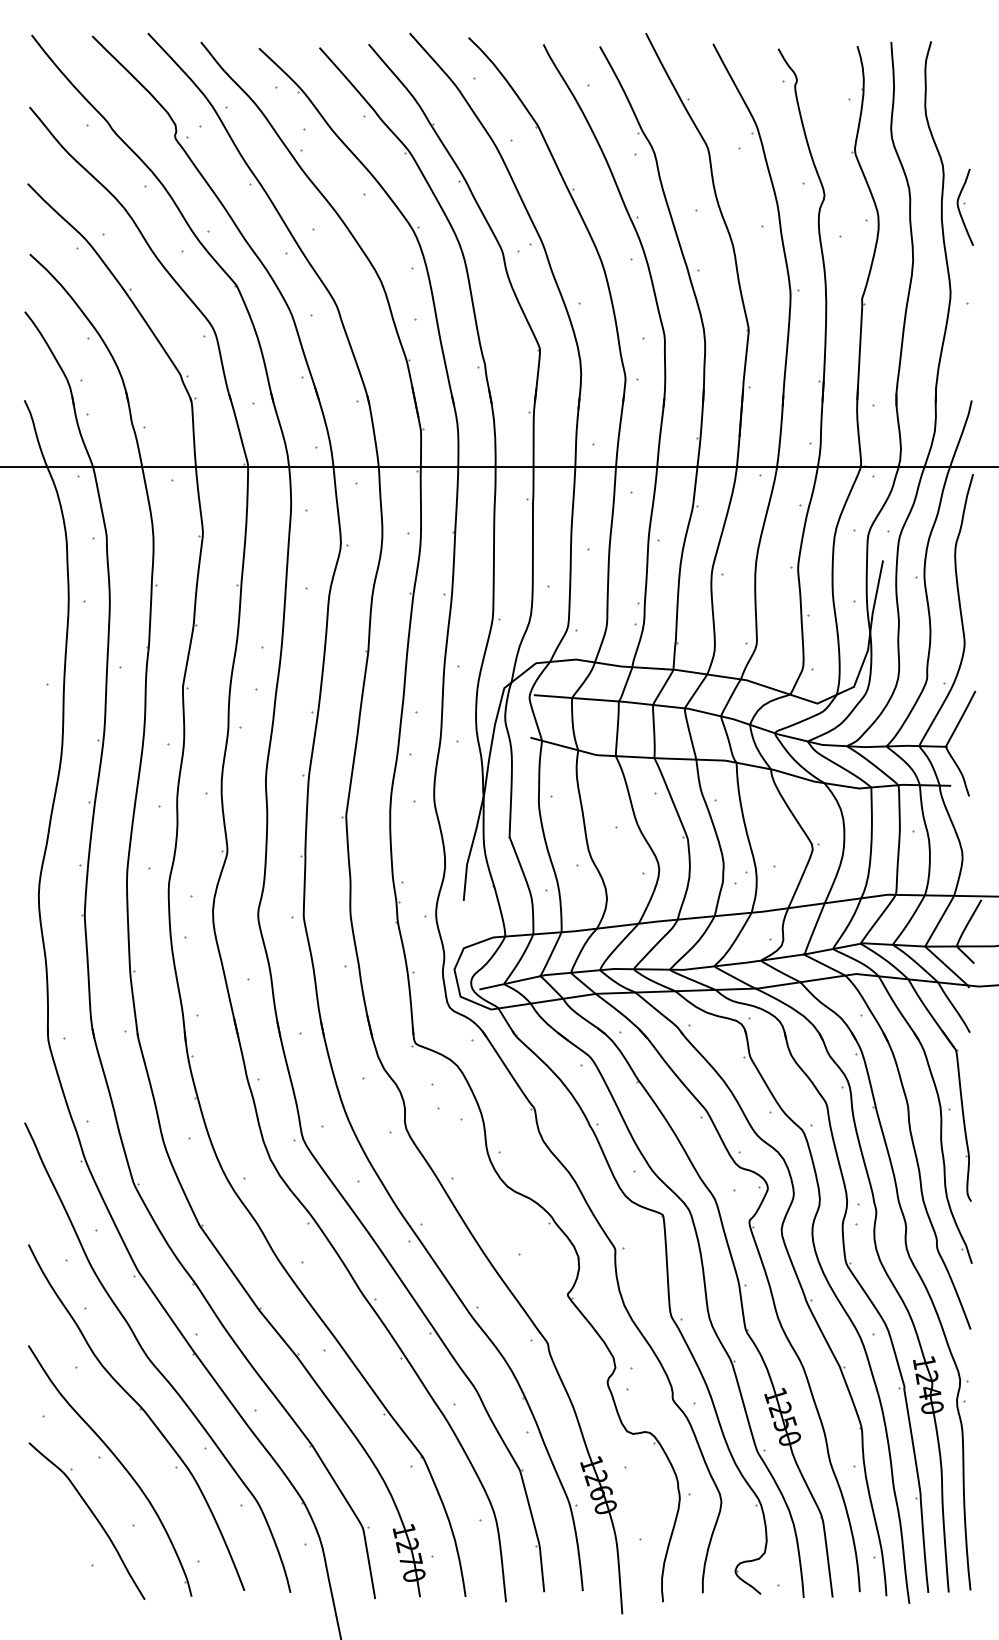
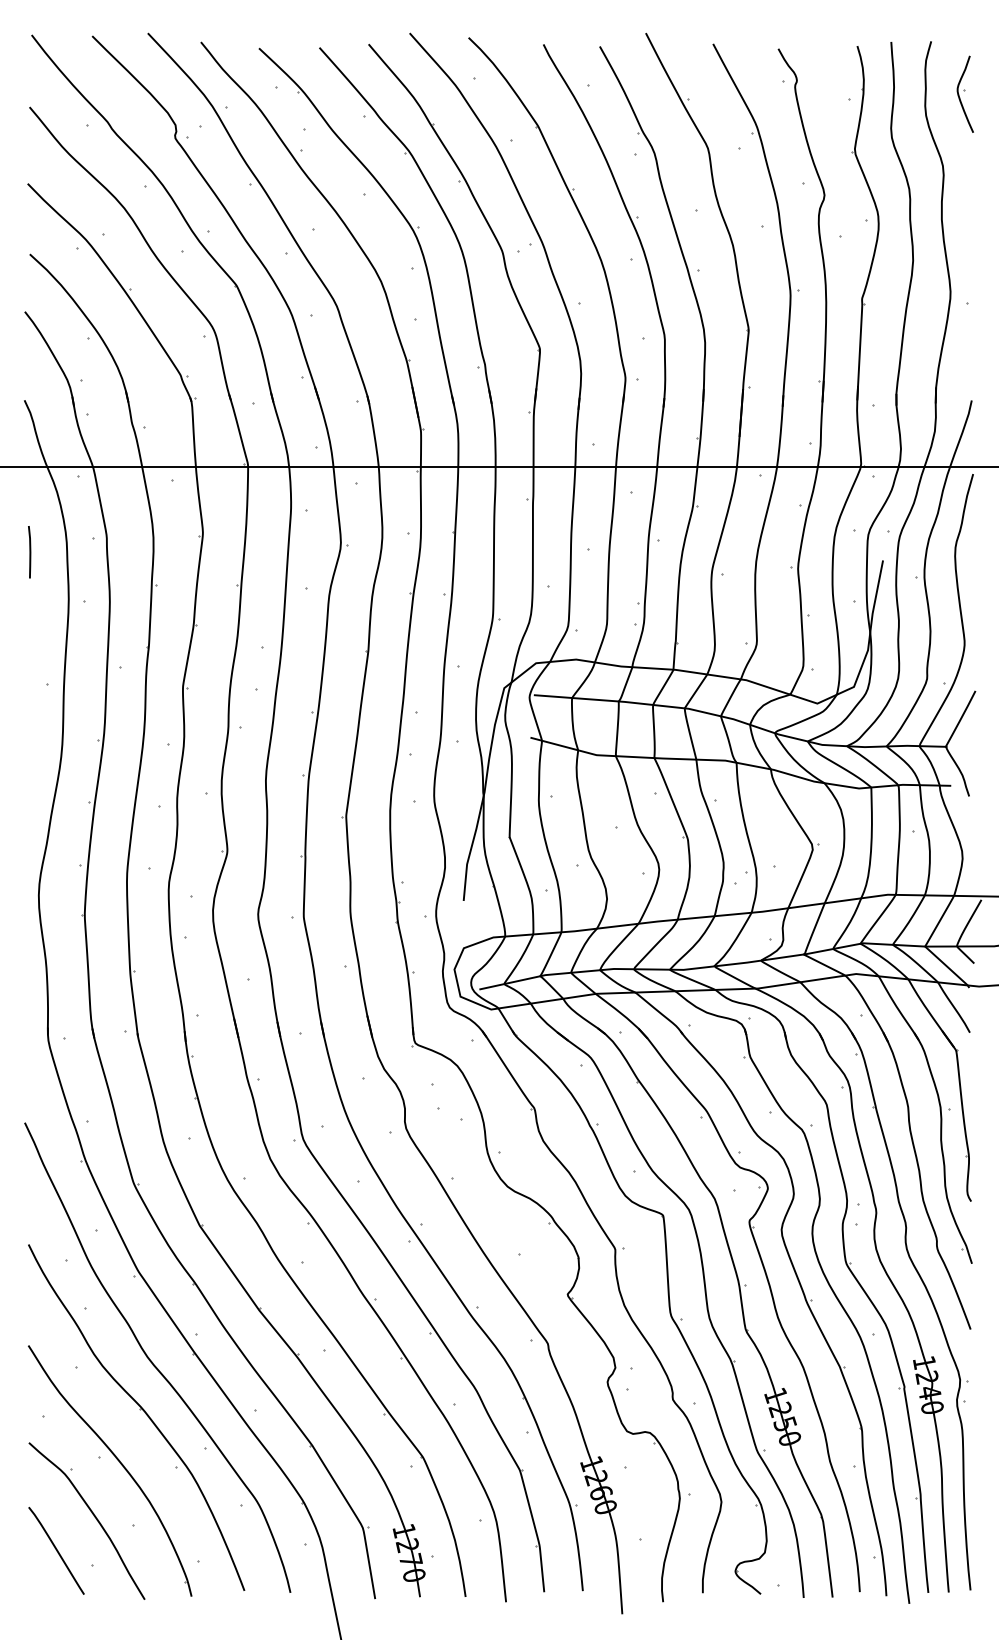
part at (964, 206) position: (964, 206) -> (964, 93)
line at (29, 552): none -> present
curve at (56, 1550): none -> present
